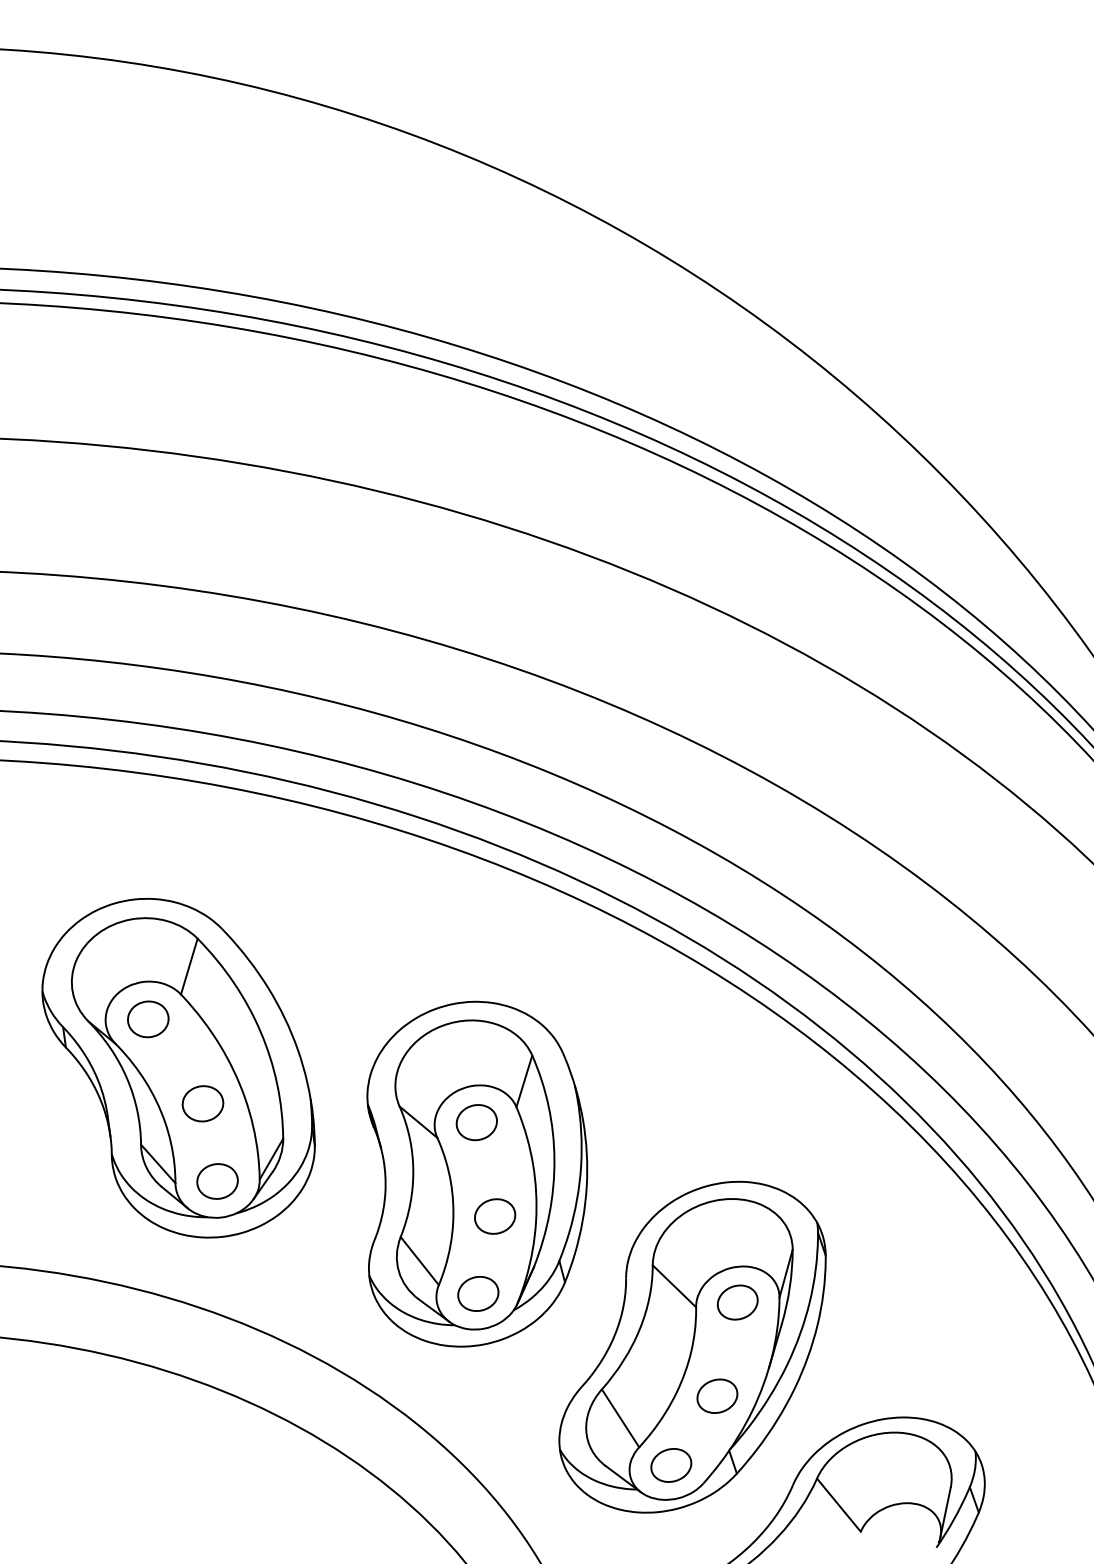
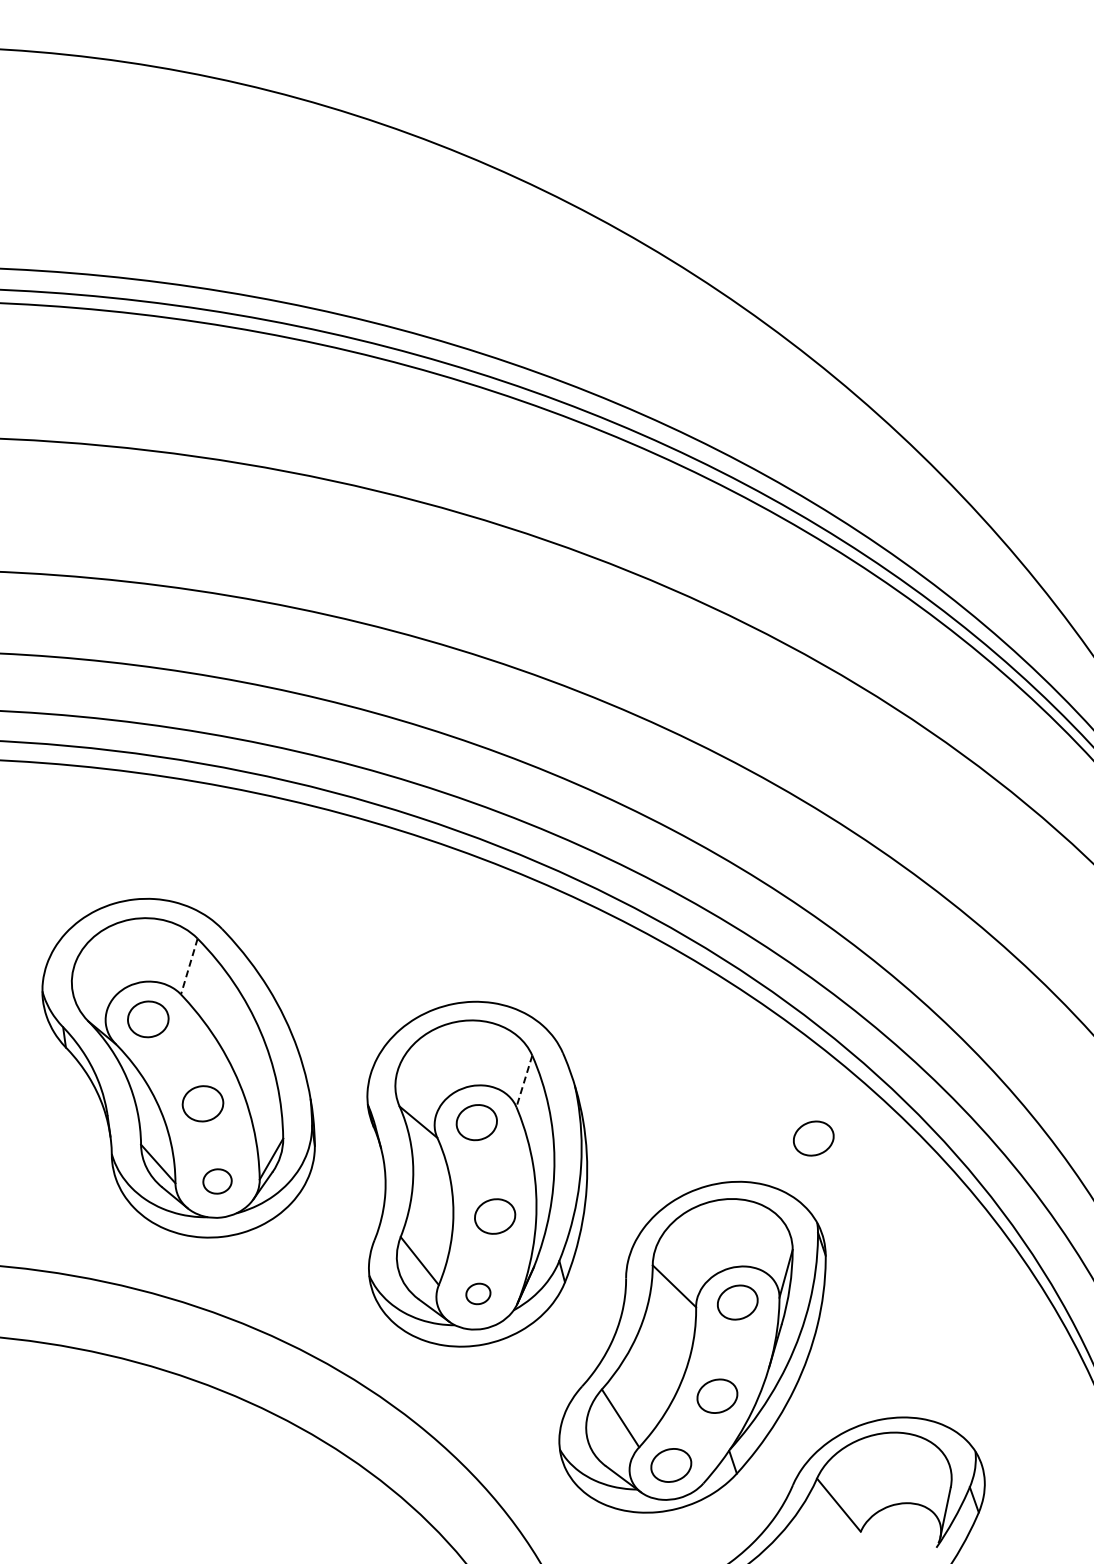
line at (189, 967): solid -> dashed
line at (524, 1081): solid -> dashed
part at (813, 1138): none -> present
part at (217, 1181) size: 43x37 px -> 31x27 px
part at (478, 1293) size: 43x36 px -> 27x24 px
